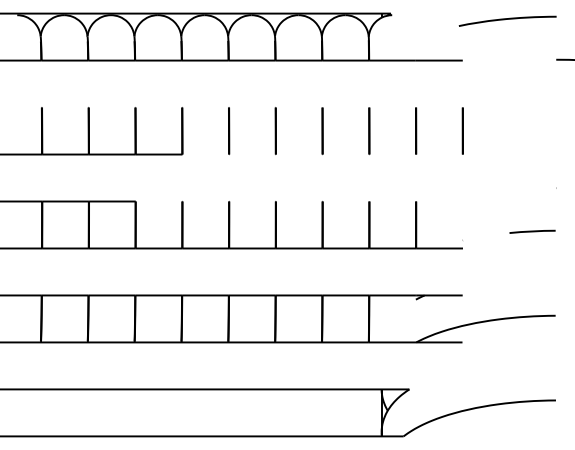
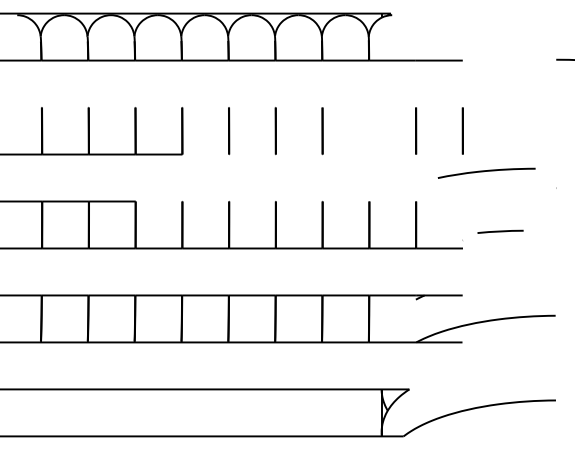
curve at (507, 19) position: (507, 19) -> (486, 171)
line at (369, 130): present -> none
line at (532, 231) position: (532, 231) -> (500, 231)
